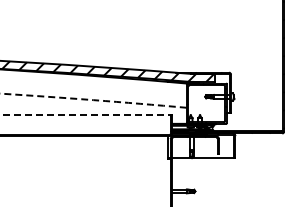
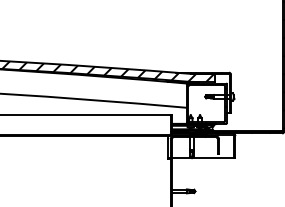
arc at (93, 100): dashed -> solid
line at (85, 114): dashed -> solid
